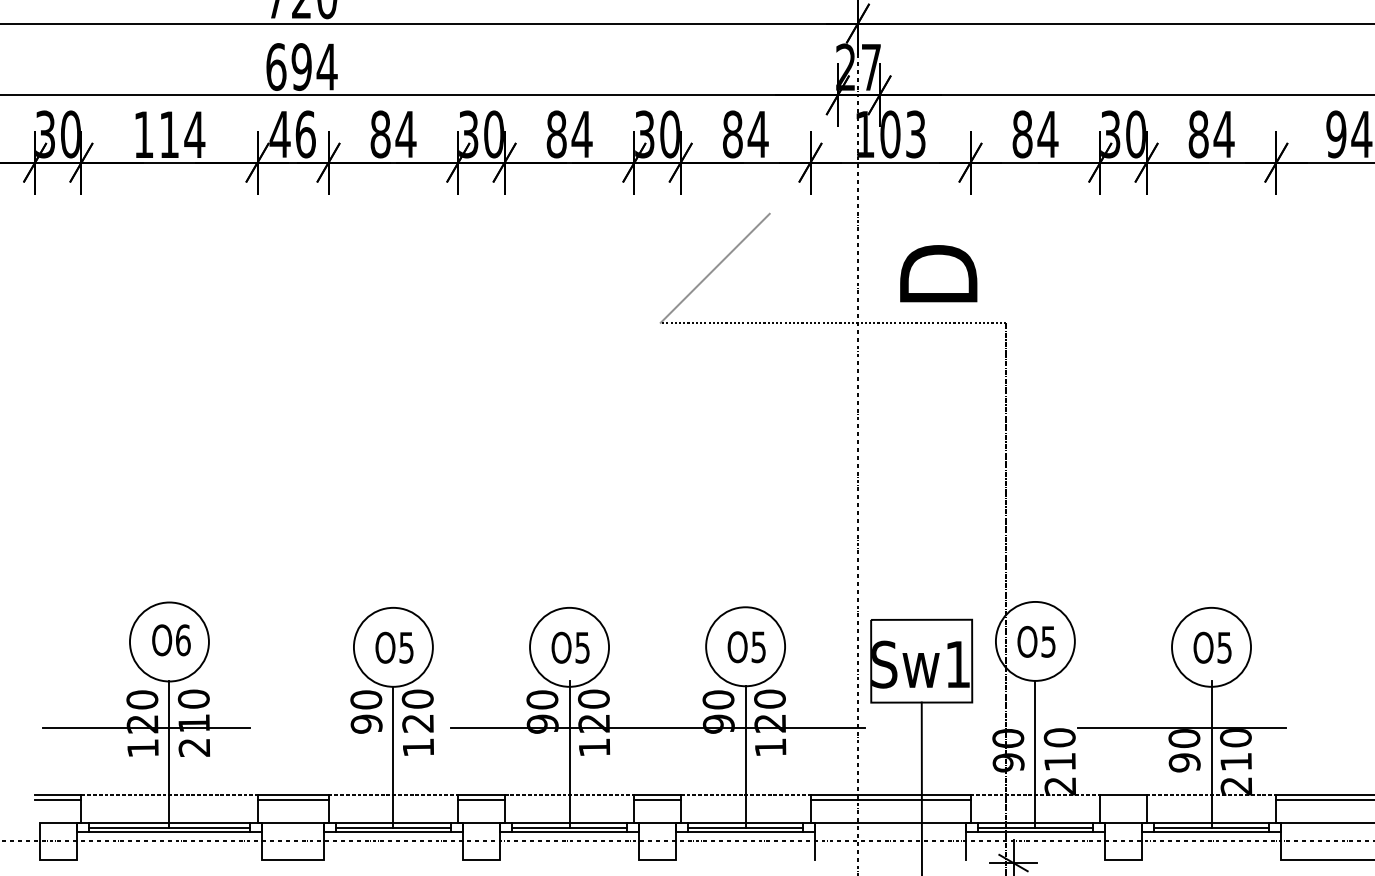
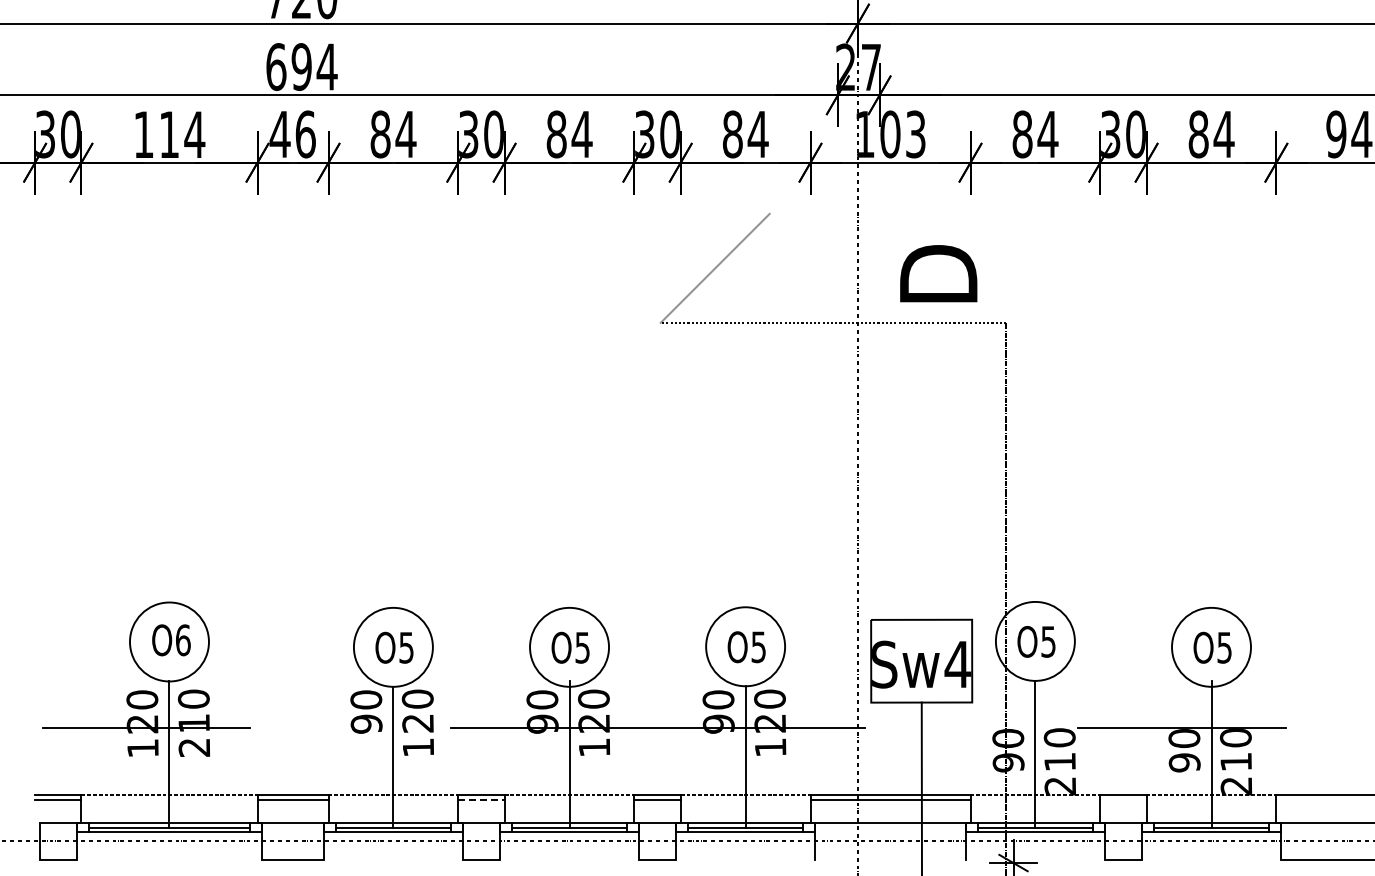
text at (957, 664): Sw1 -> Sw4
line at (481, 799): solid -> dashed
line at (1323, 799): present -> none
